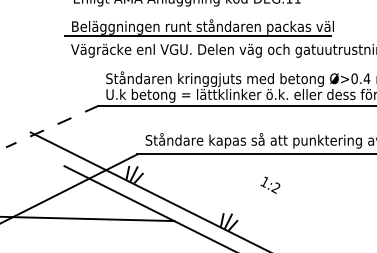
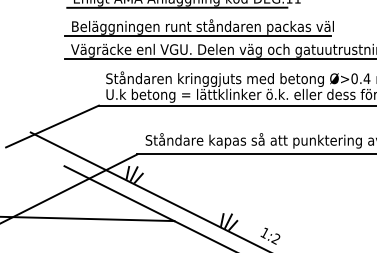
line at (177, 7): none -> present
line at (219, 59): none -> present
line at (52, 126): dashed -> solid
text at (270, 184) position: (270, 184) -> (270, 235)
